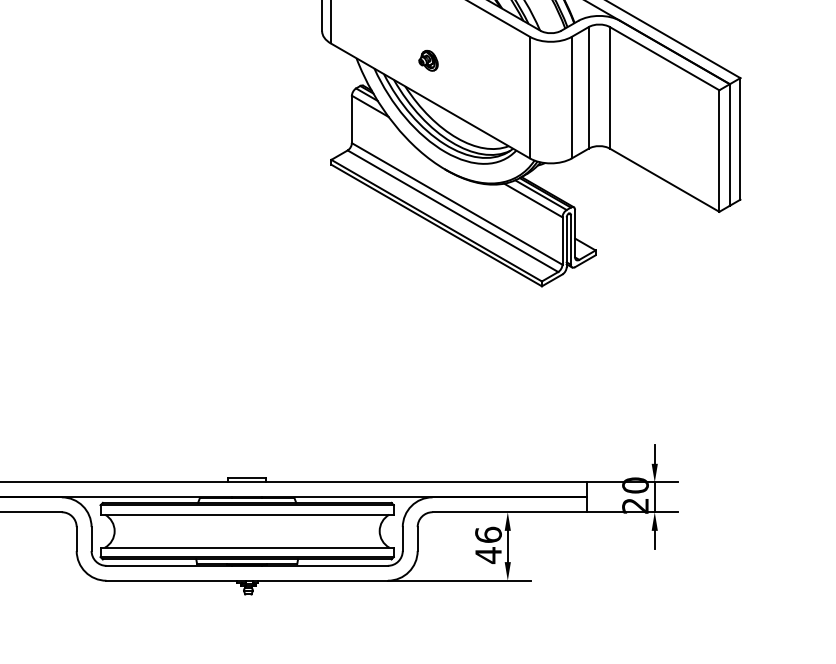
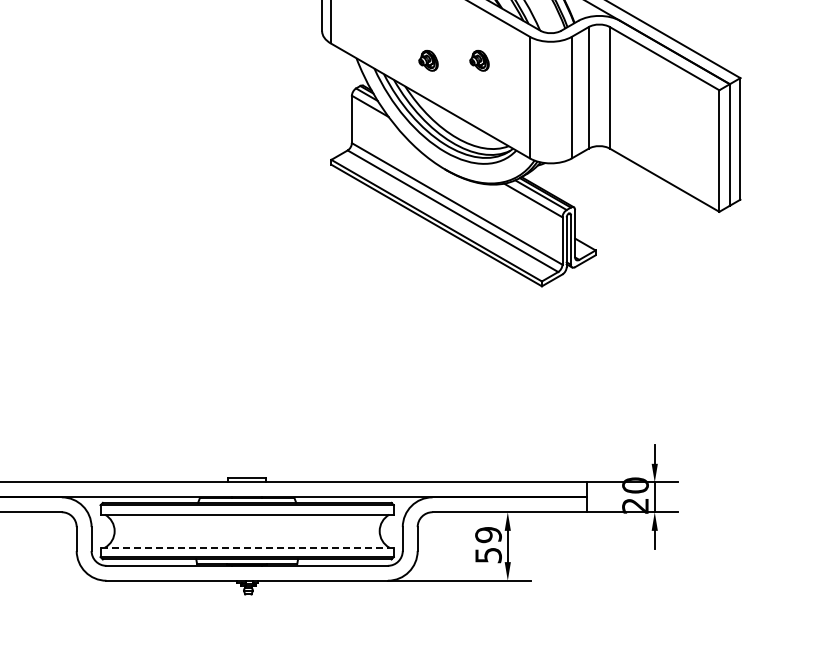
part at (479, 60): none -> present
text at (488, 545): 46 -> 59
line at (247, 547): solid -> dashed
